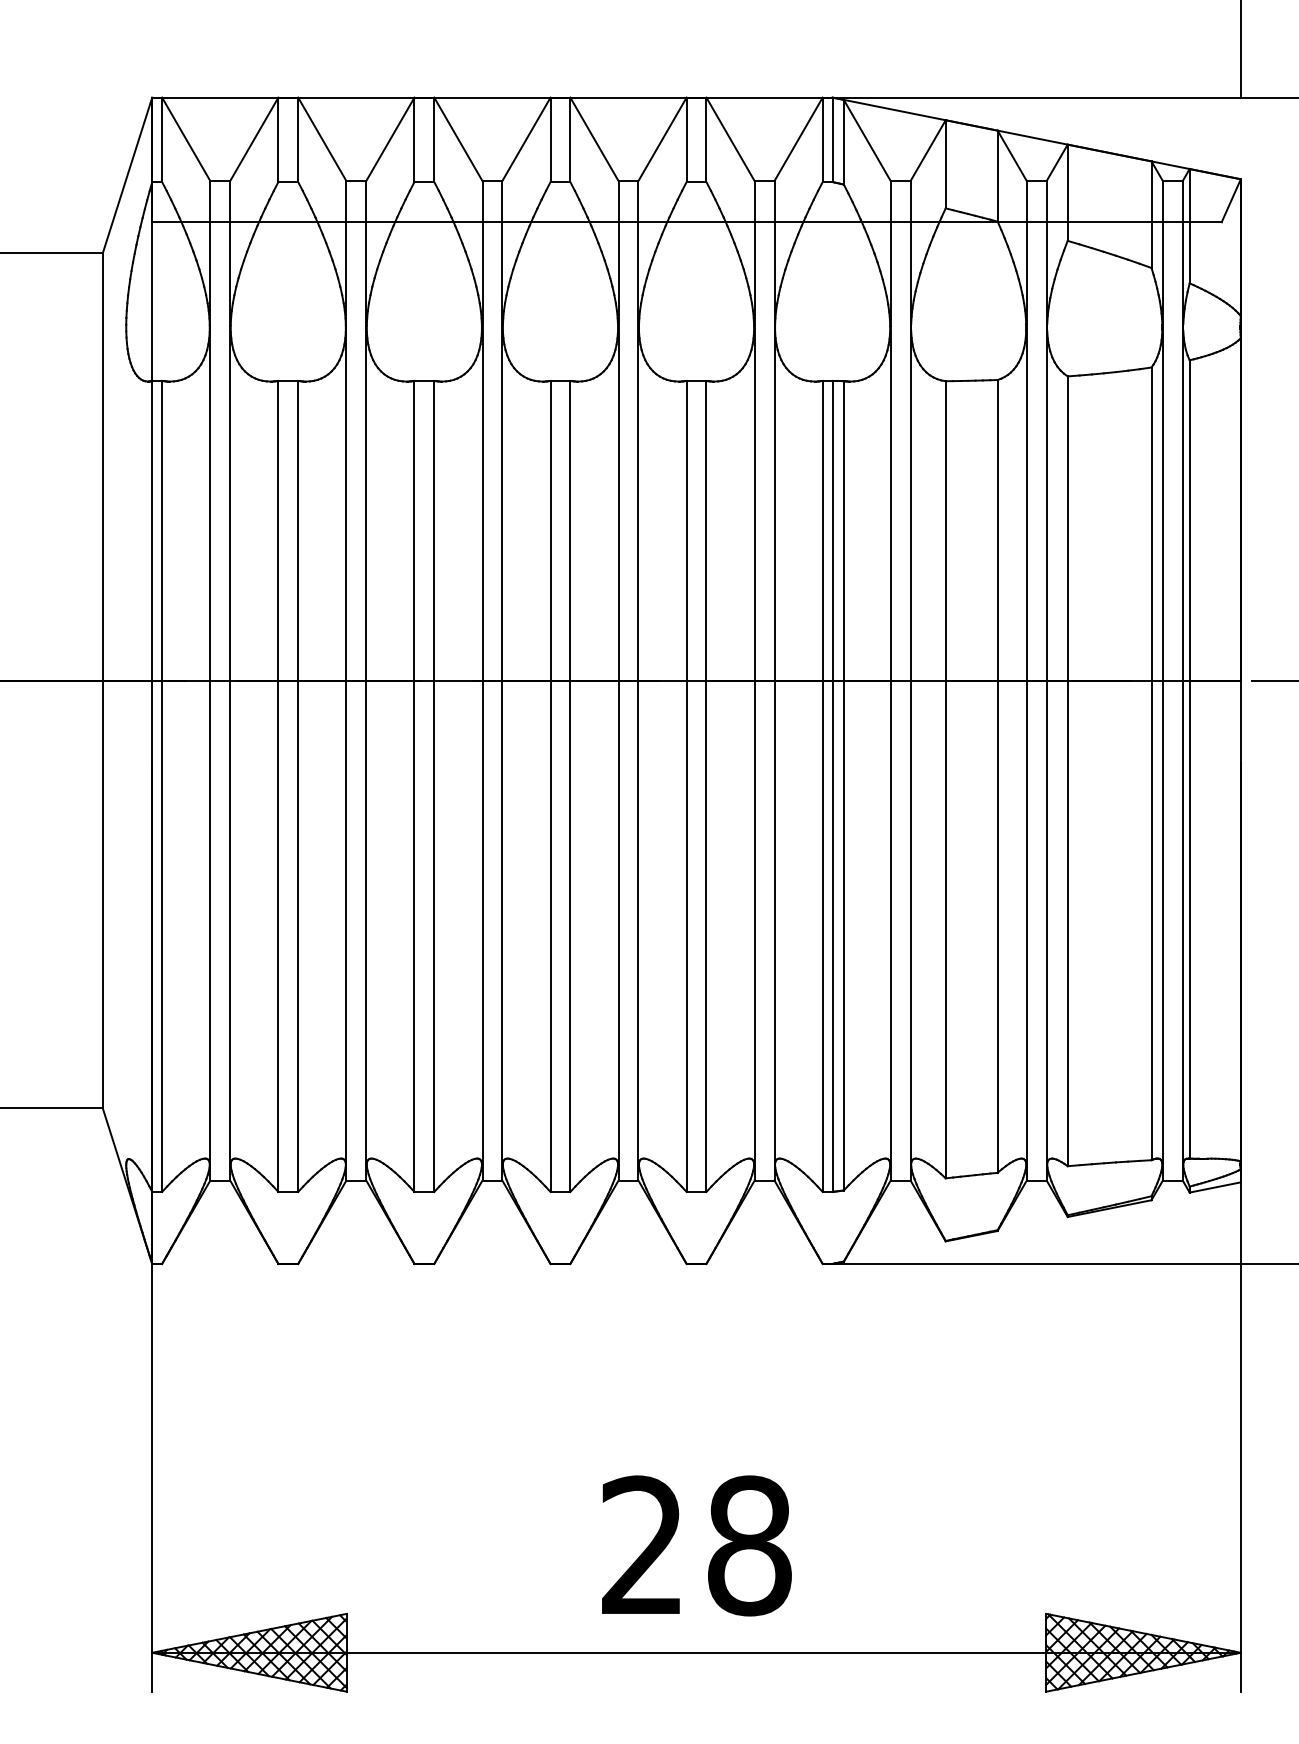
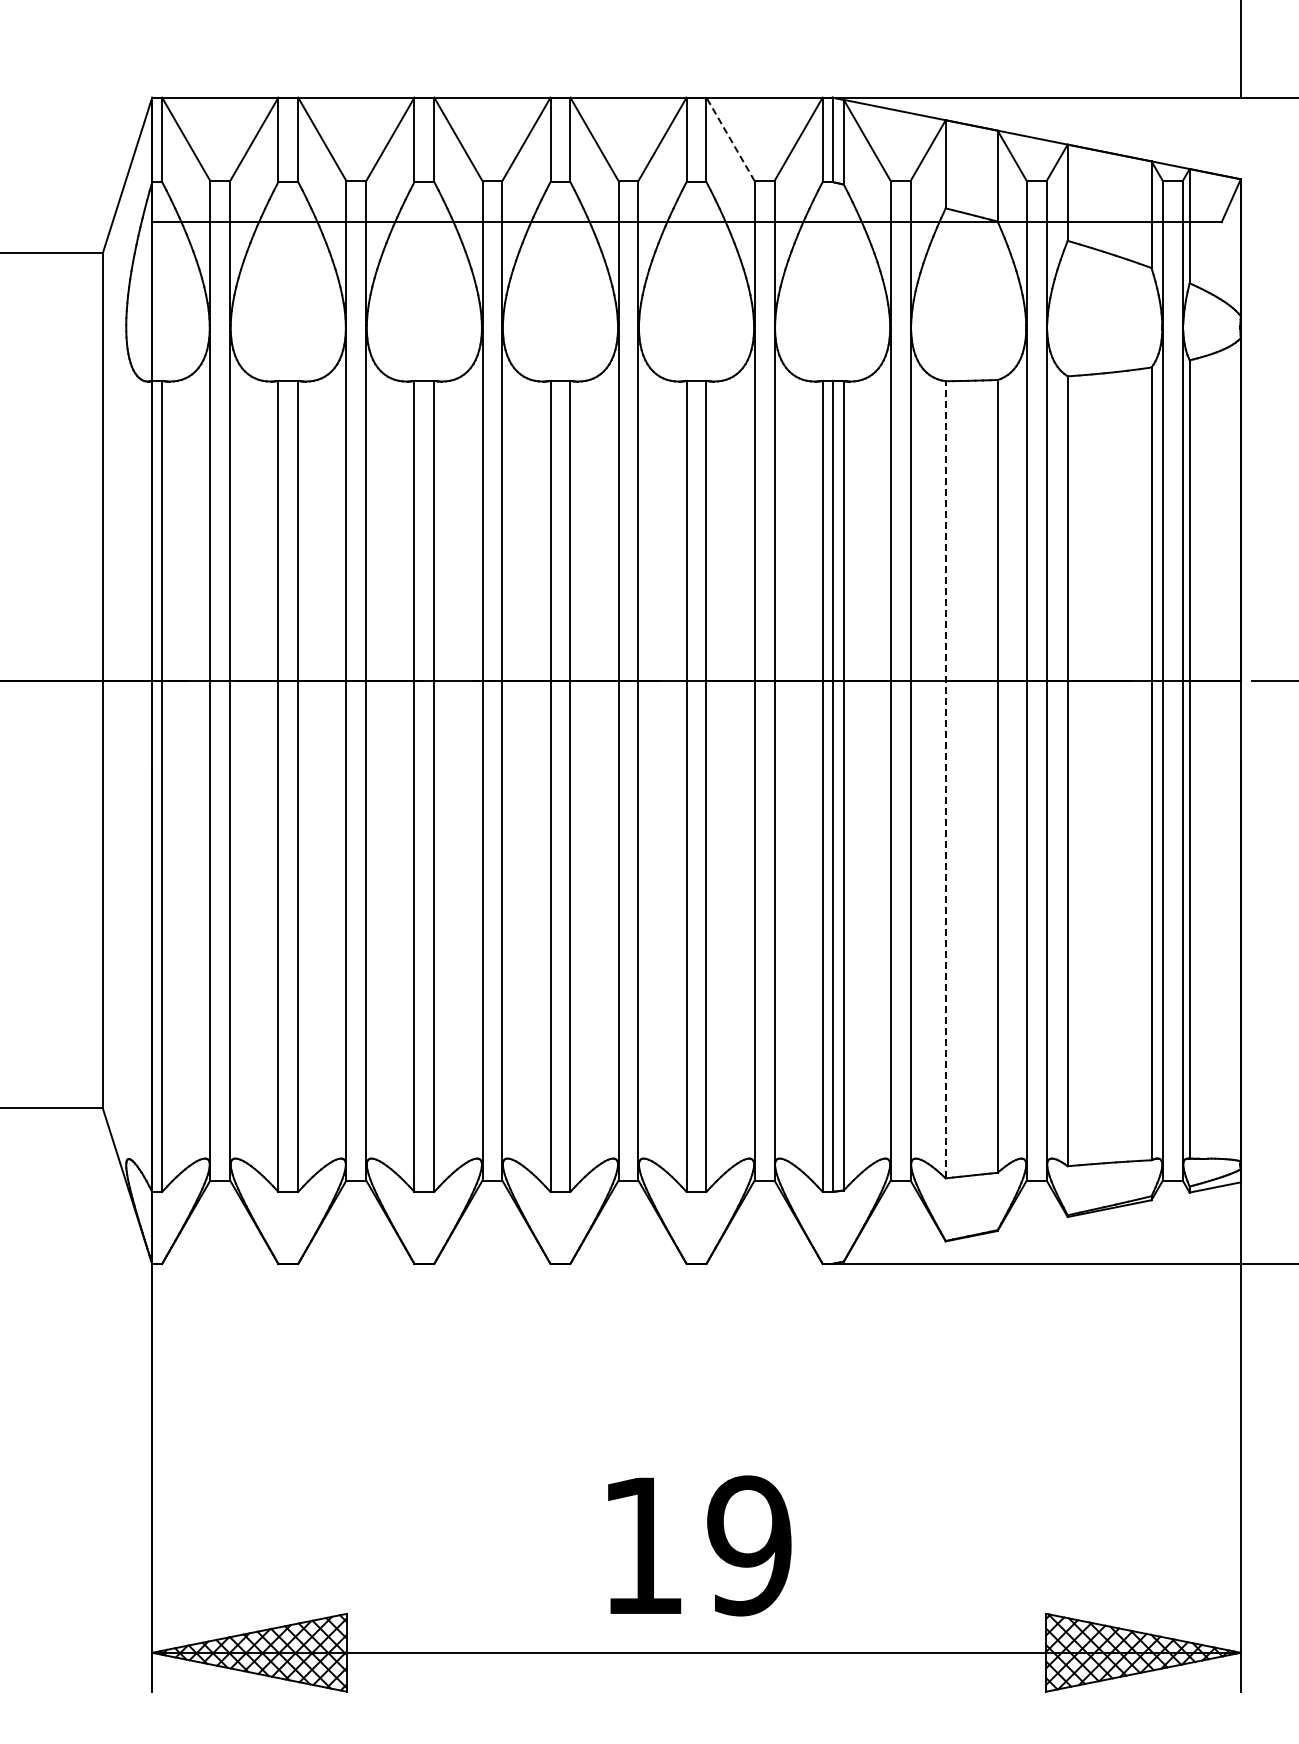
line at (730, 138): solid -> dashed
line at (945, 779): solid -> dashed
text at (696, 1545): 28 -> 19
